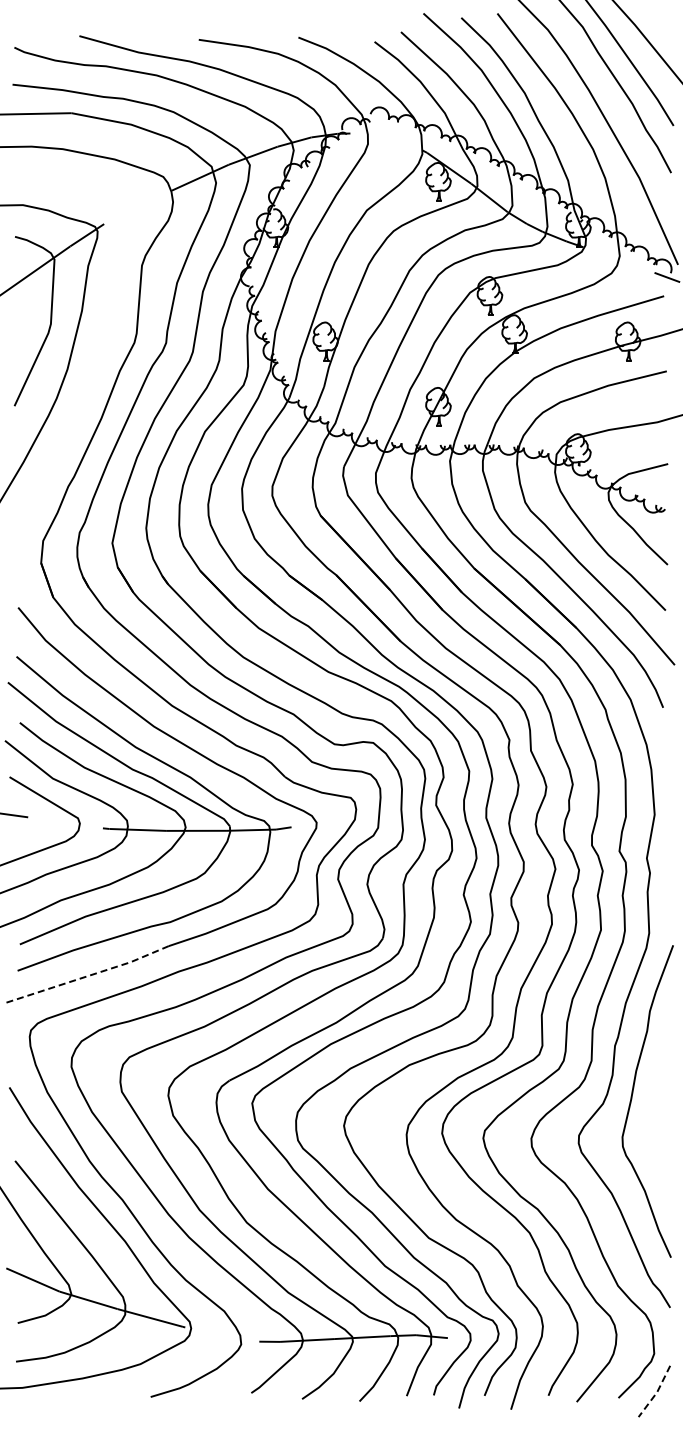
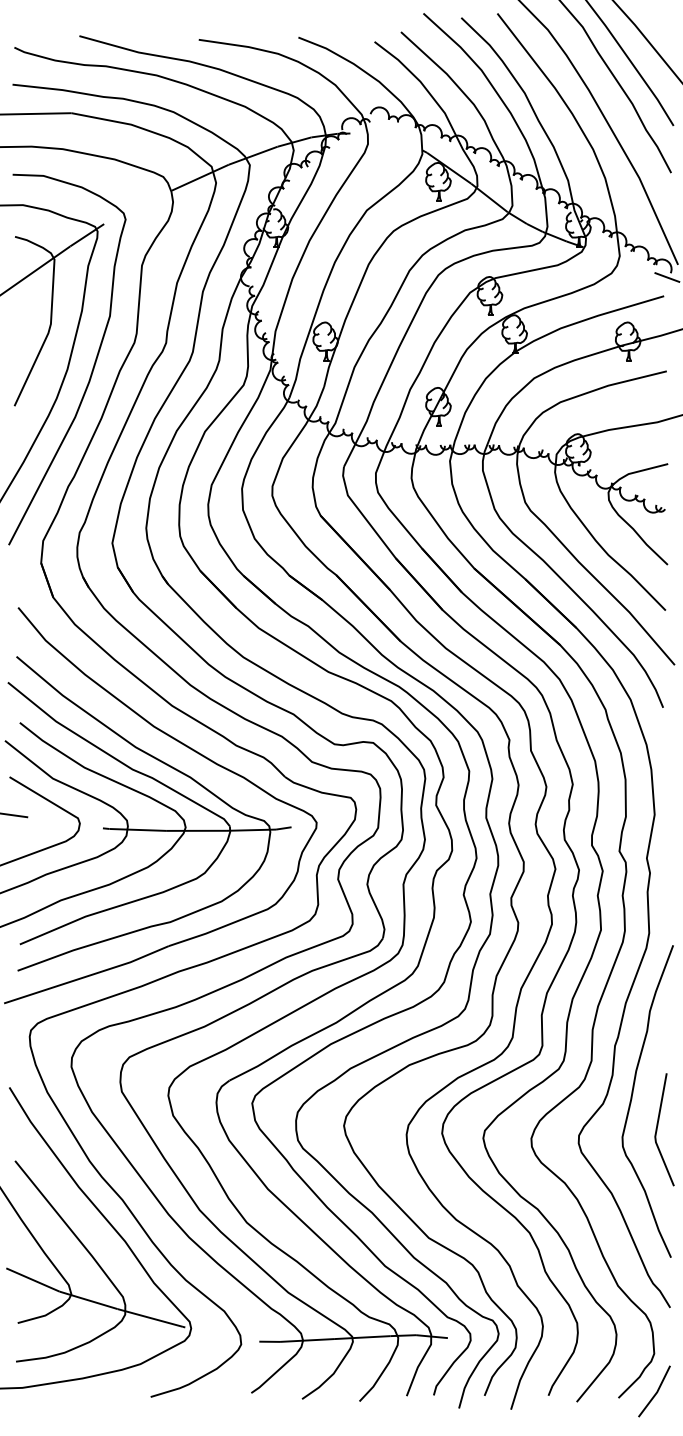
curve at (92, 367): none -> present
line at (87, 976): dashed -> solid
line at (657, 1129): none -> present
line at (657, 1392): dashed -> solid
